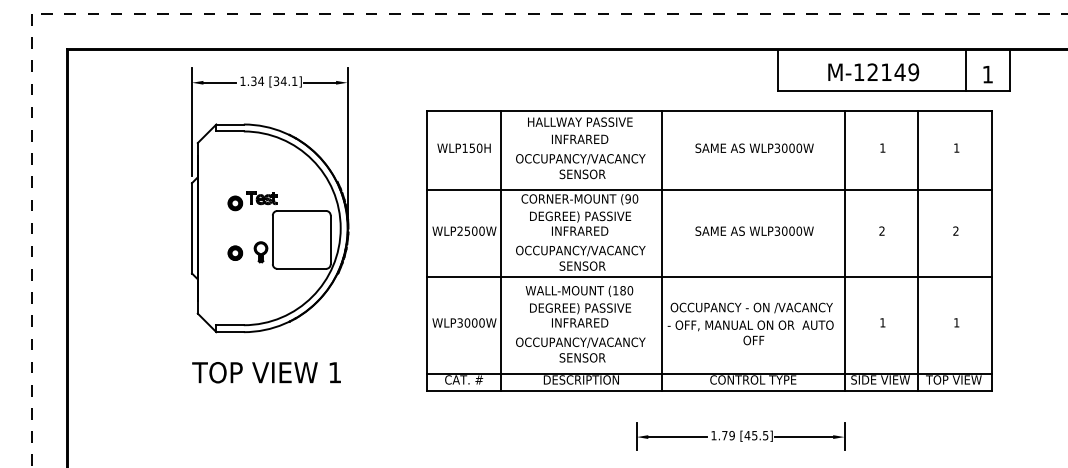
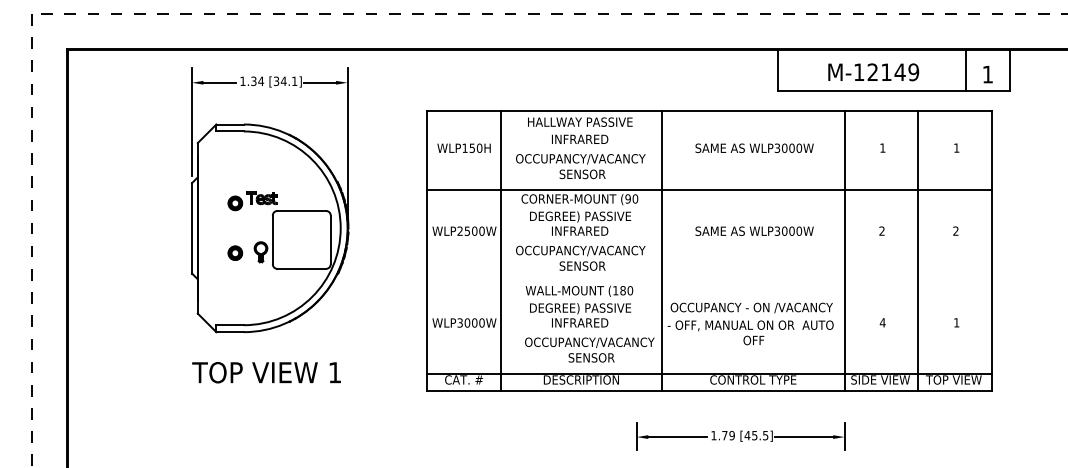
line at (709, 277): present -> none
text at (882, 322): 1 -> 4
text at (580, 349) position: (580, 349) -> (589, 349)
